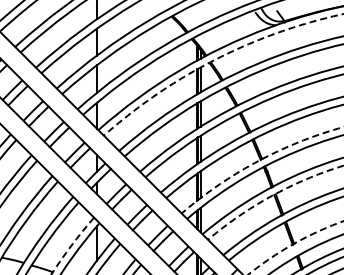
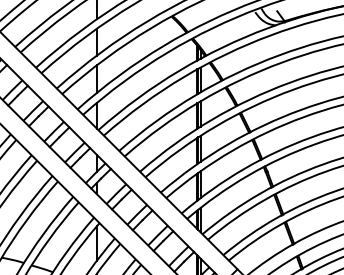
arc at (214, 59): dashed -> solid
arc at (257, 161): dashed -> solid
arc at (271, 196): dashed -> solid
arc at (293, 243): dashed -> solid
arc at (71, 245): dashed -> solid
